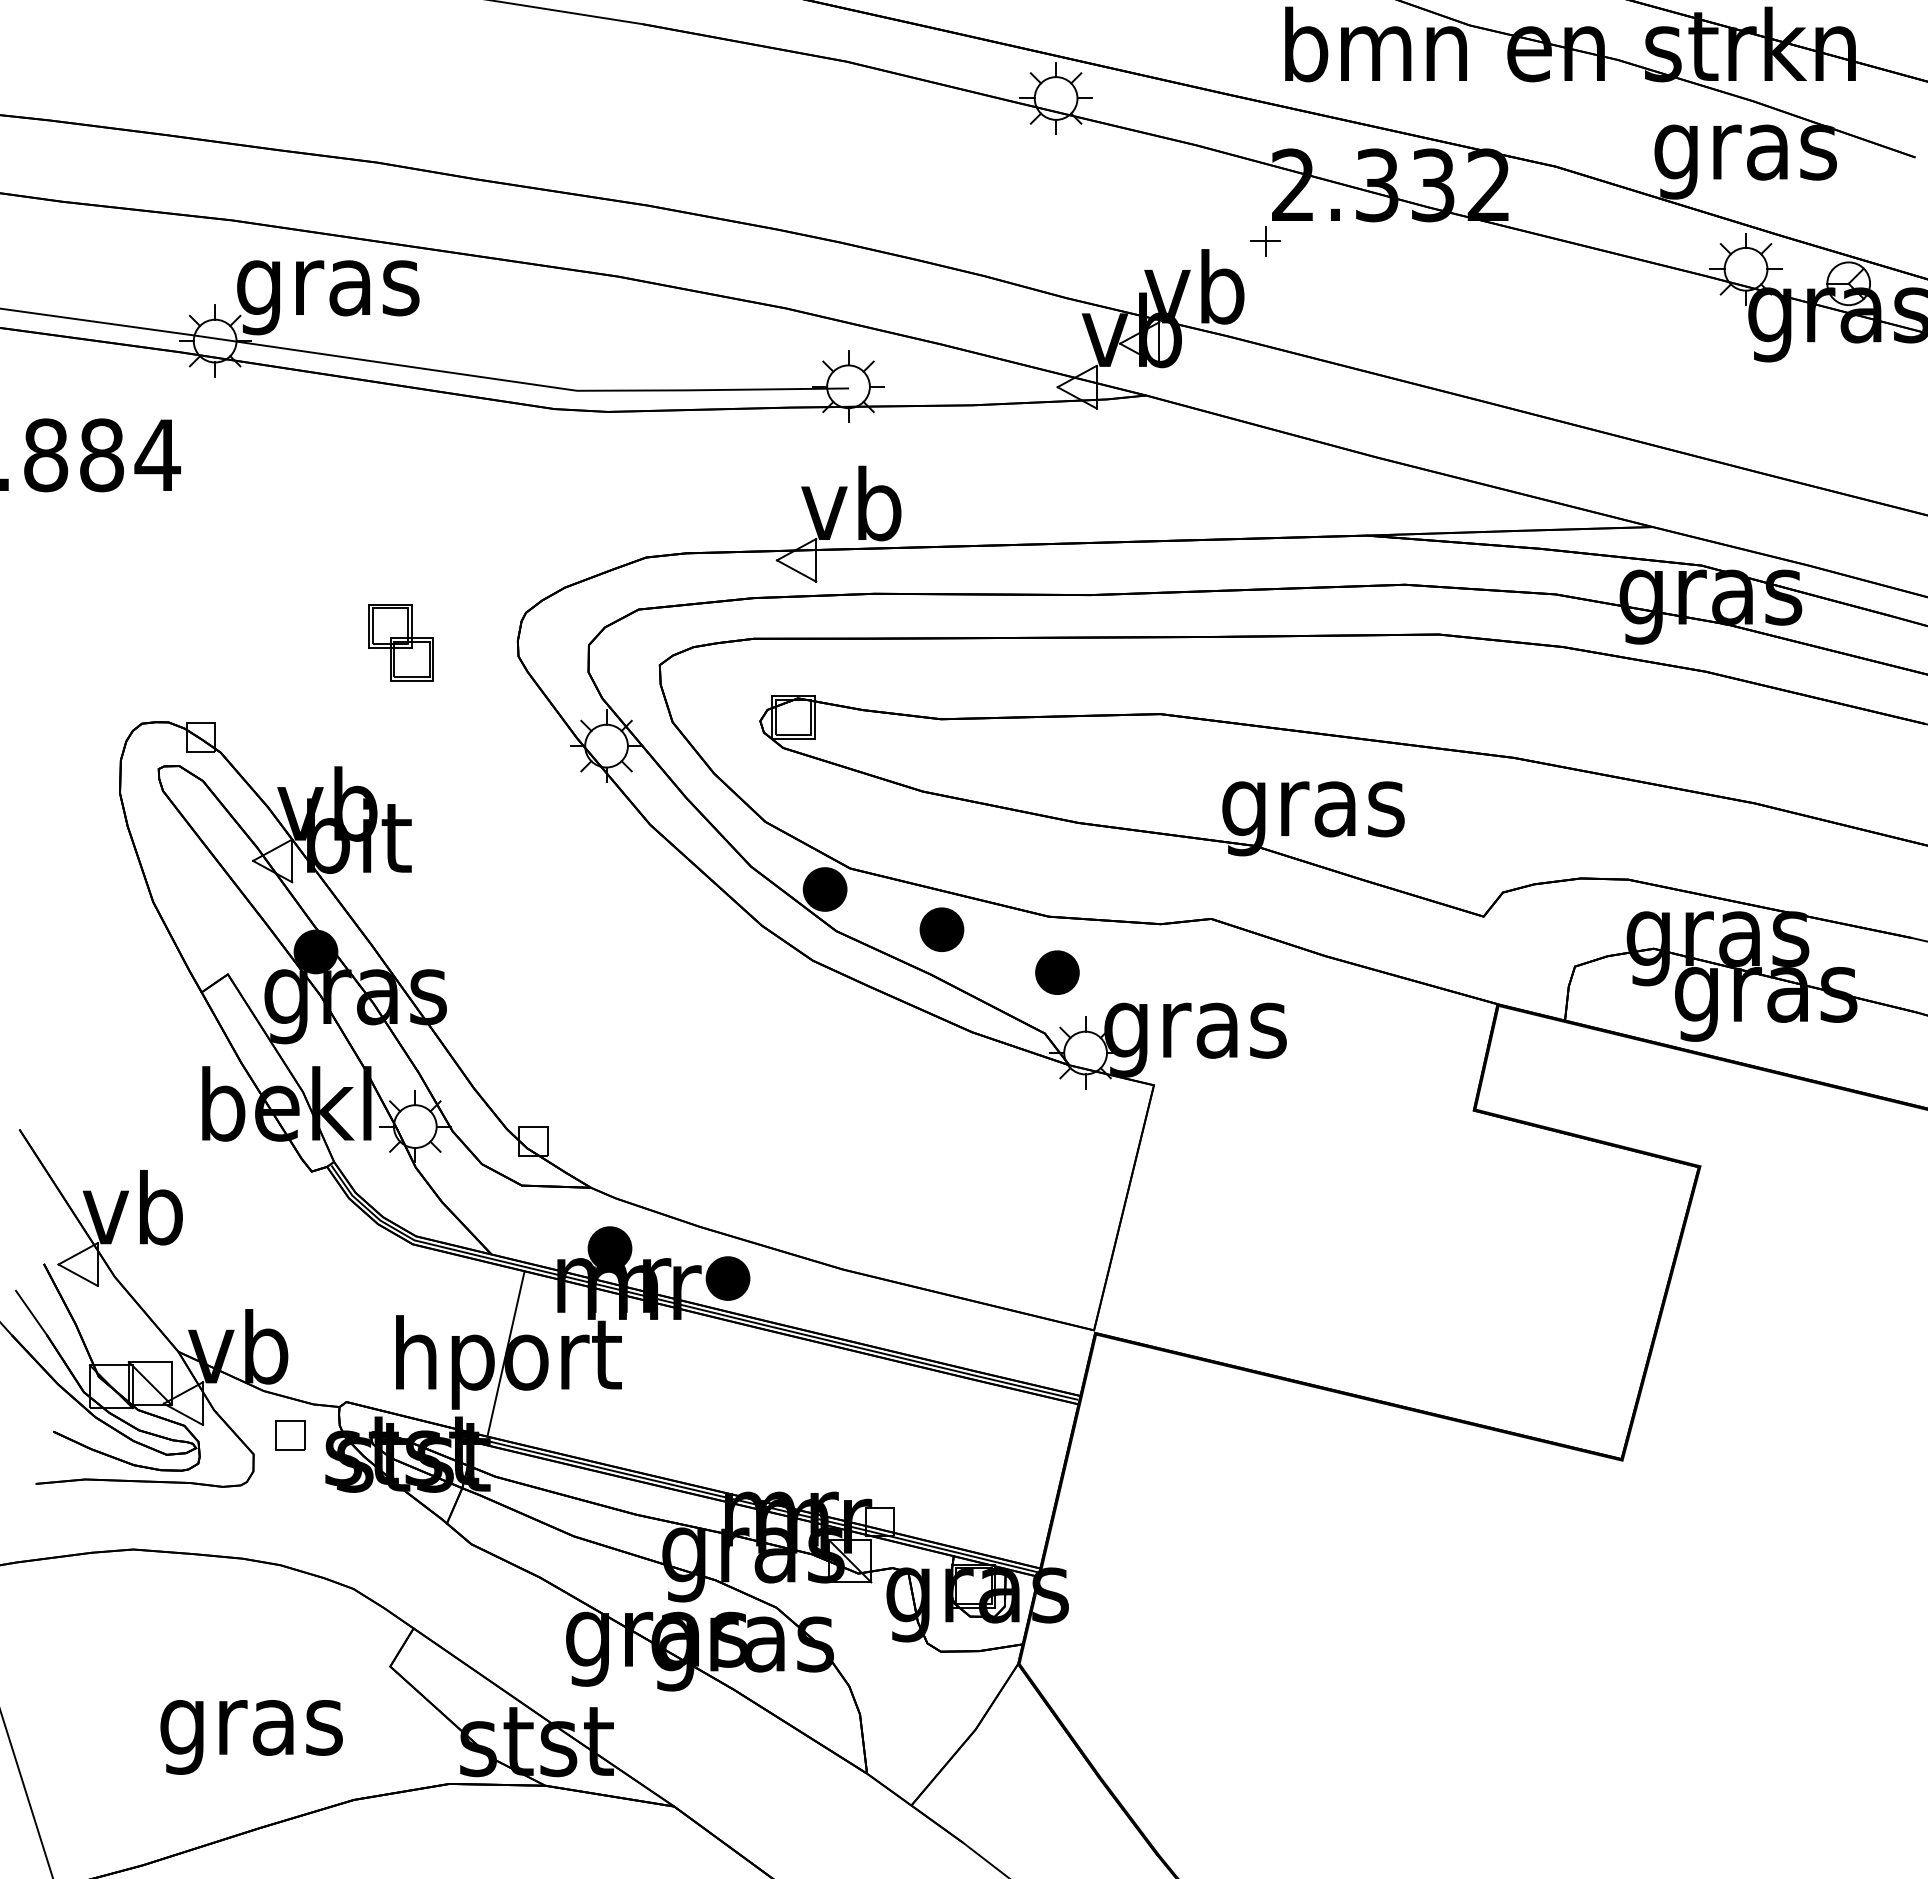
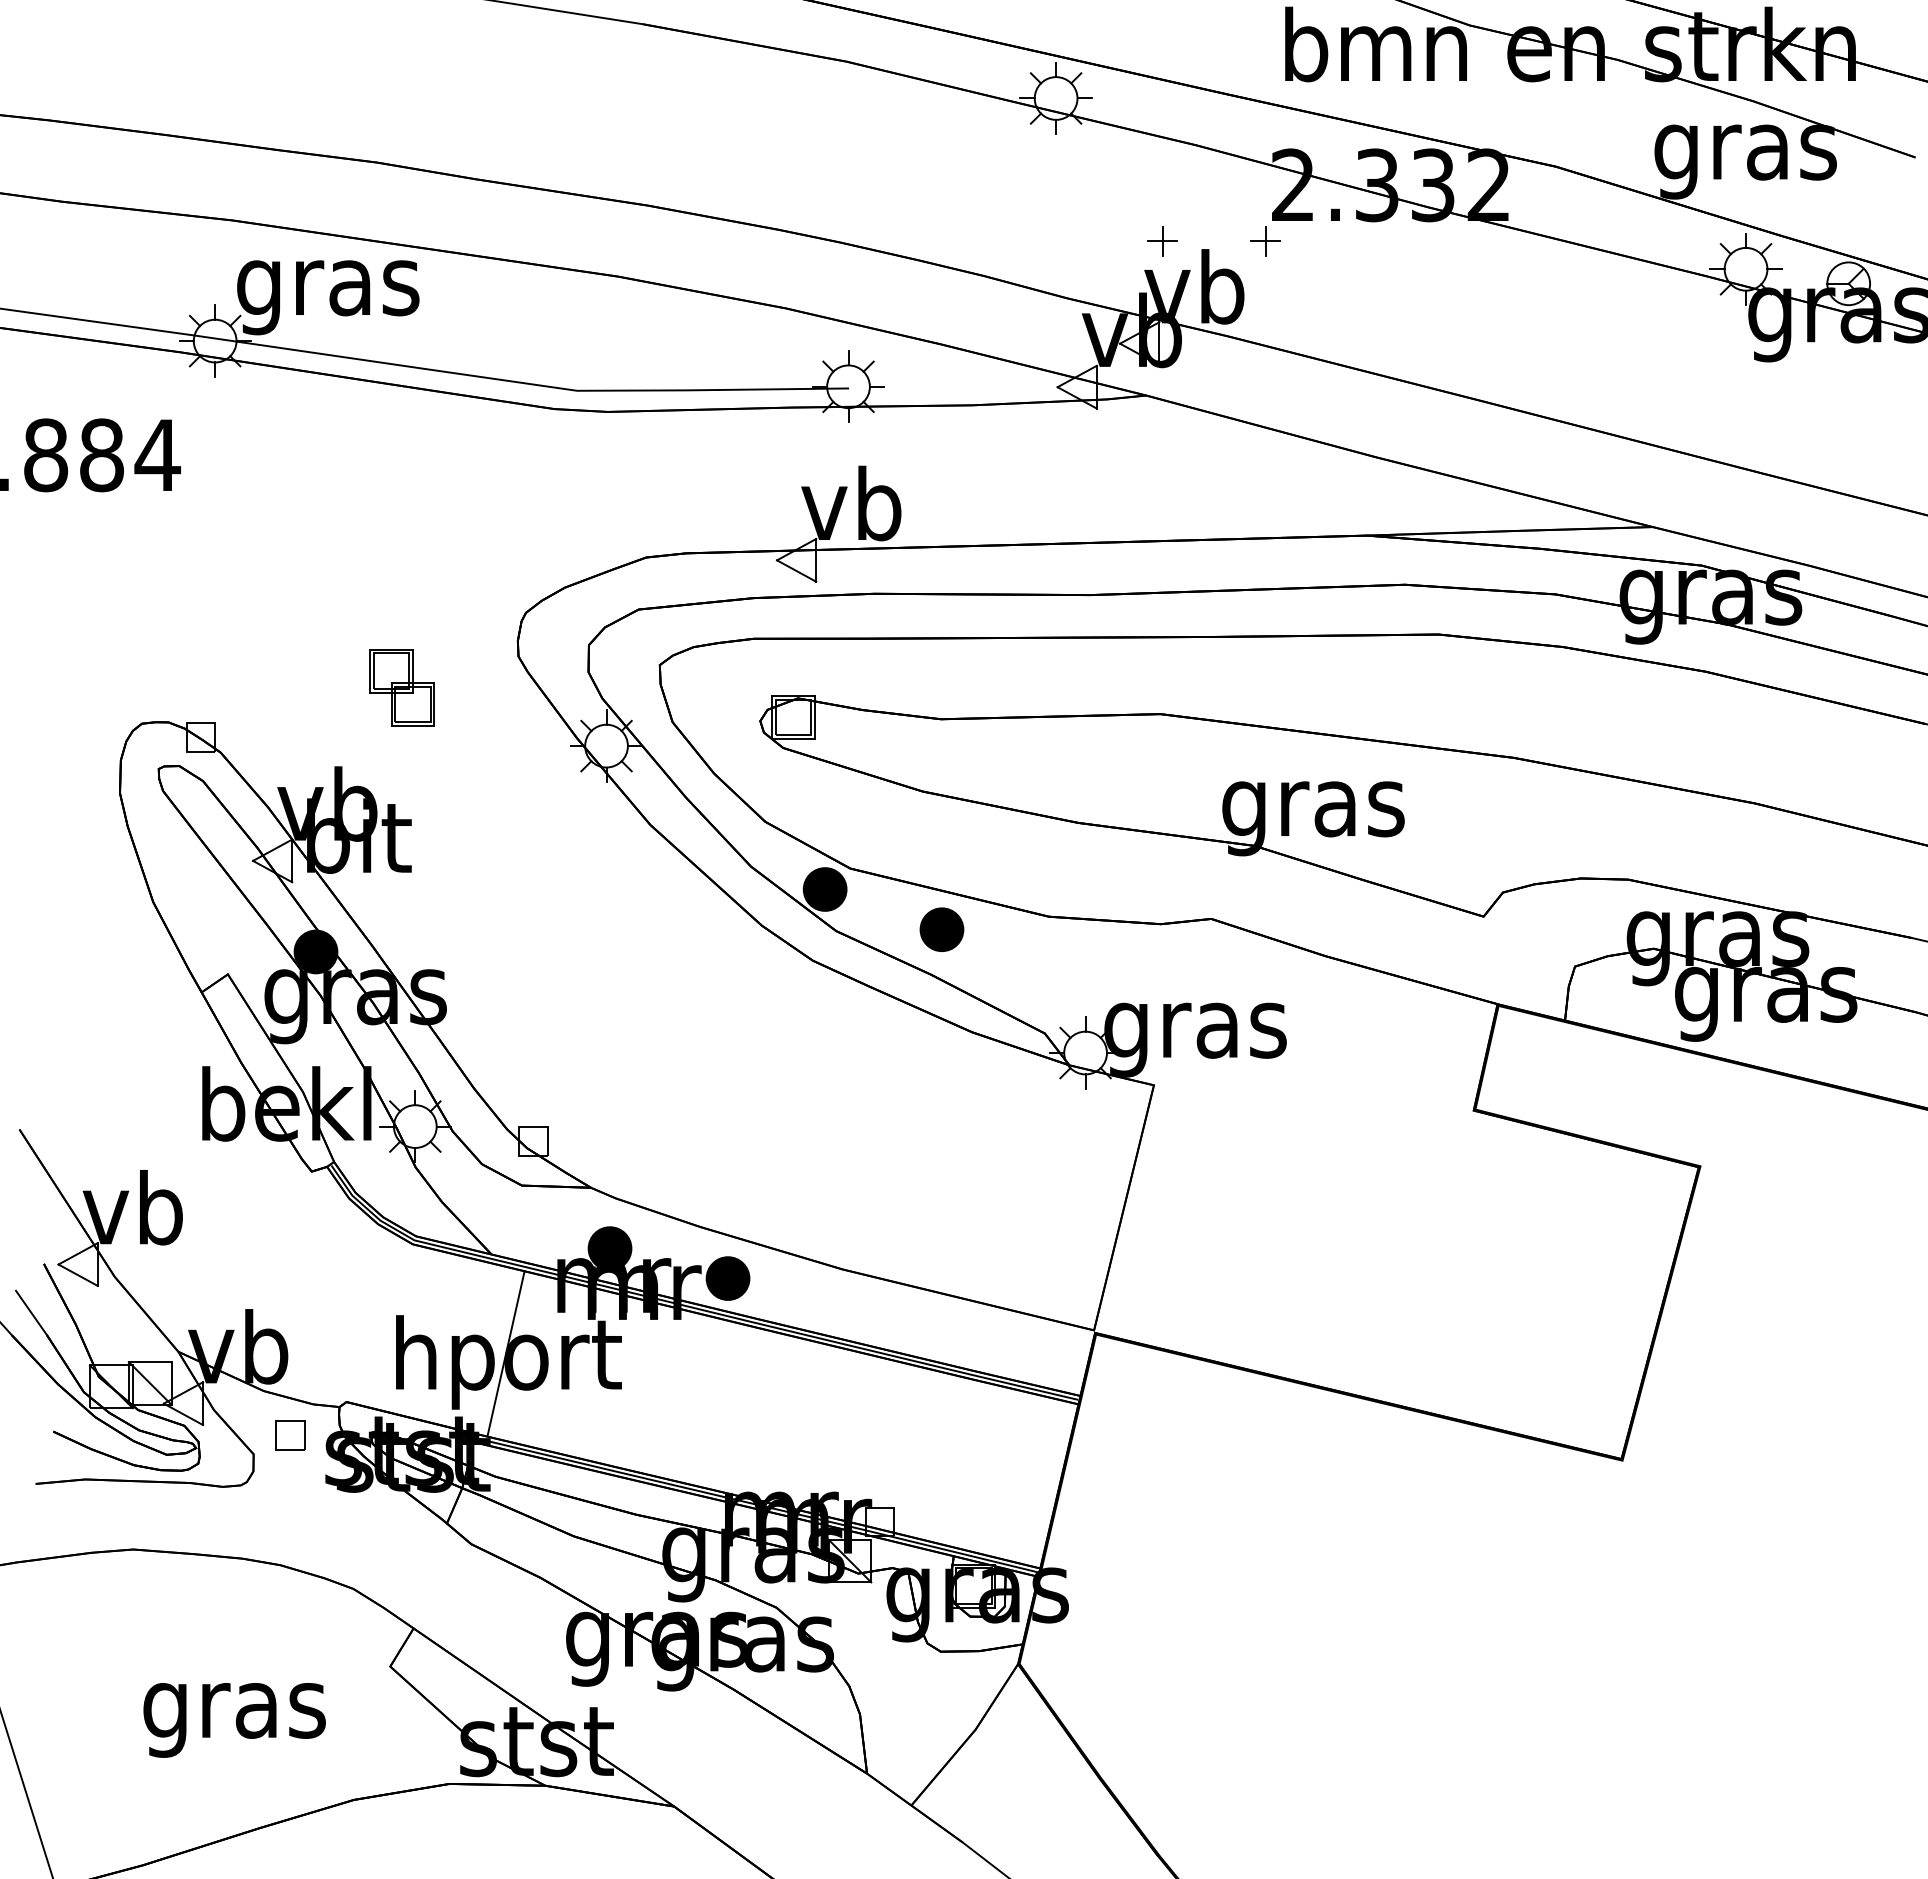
part at (1162, 241): none -> present
part at (400, 642) position: (400, 642) -> (401, 687)
part at (1057, 972): present -> none
text at (251, 1737) position: (251, 1737) -> (234, 1720)
